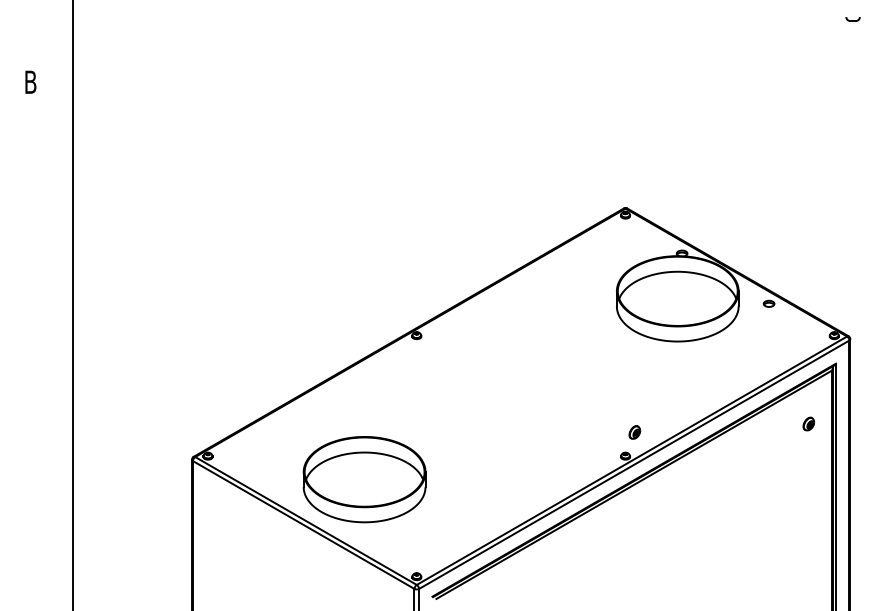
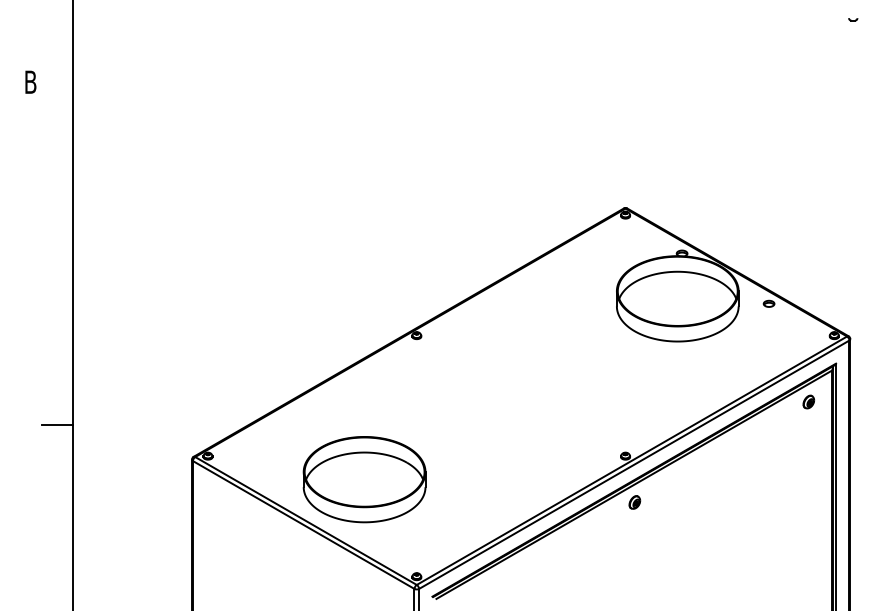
part at (852, 19) size: 16x5 px -> 11x4 px
part at (808, 423) position: (808, 423) -> (808, 401)
line at (56, 424): none -> present
part at (634, 432) position: (634, 432) -> (634, 502)
